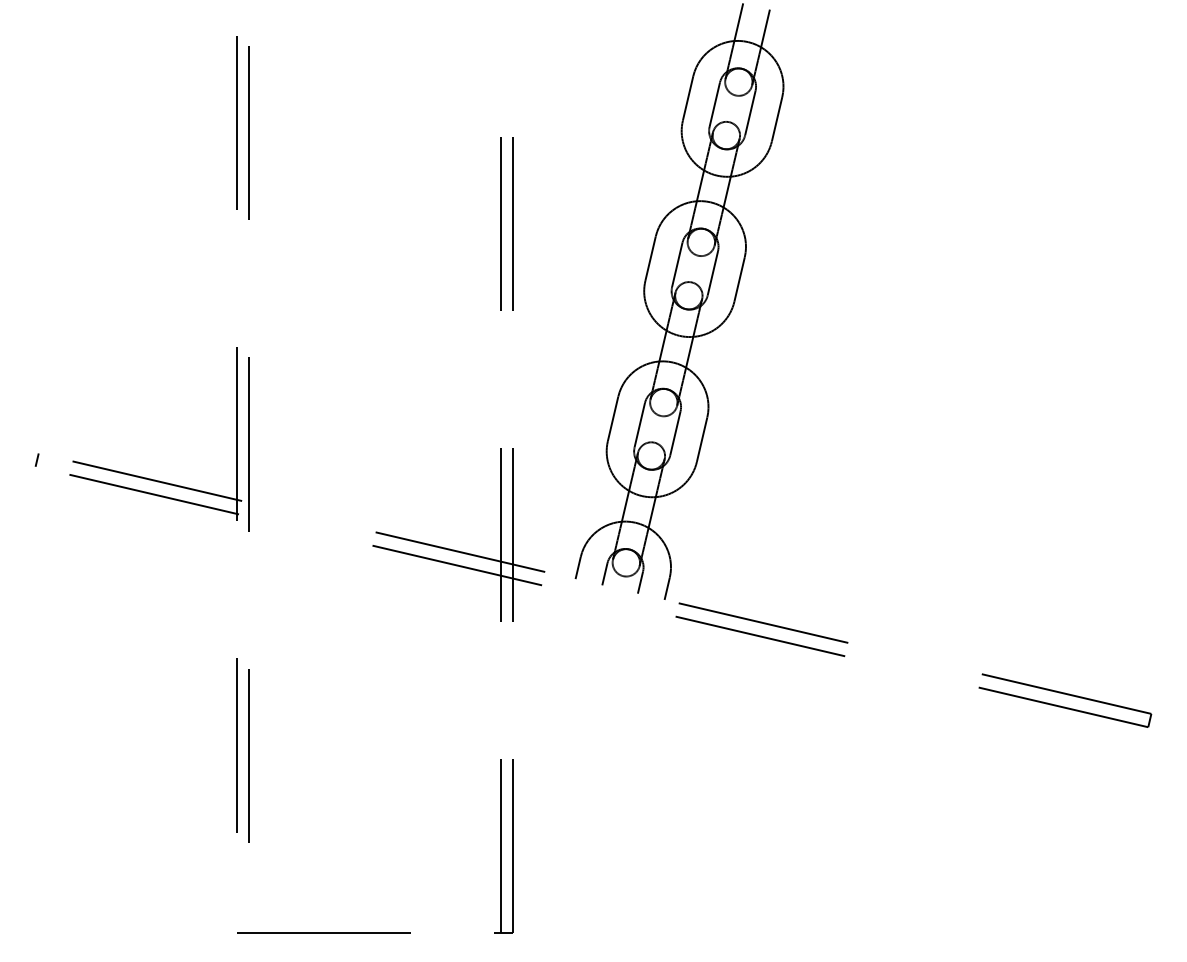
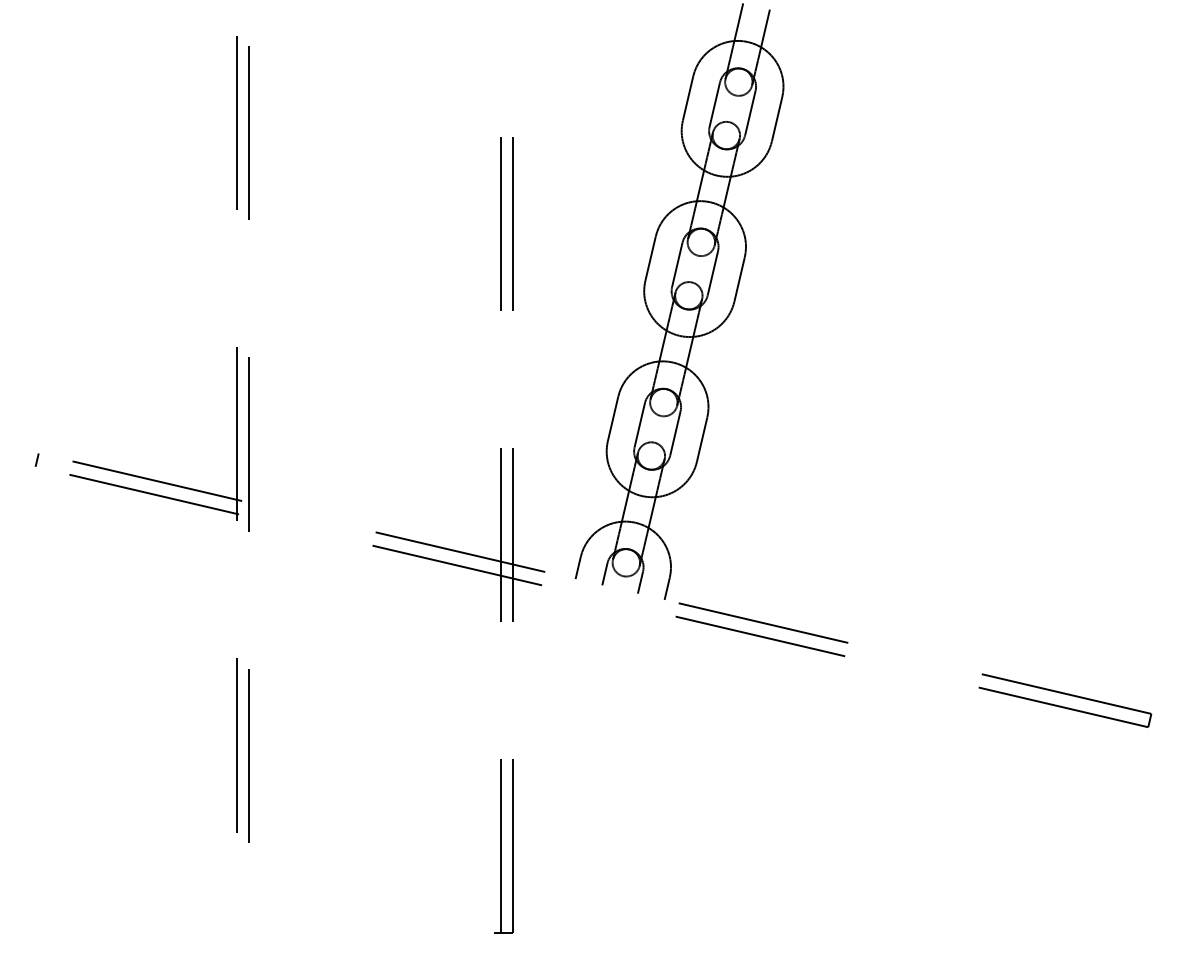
line at (323, 932): present -> none
